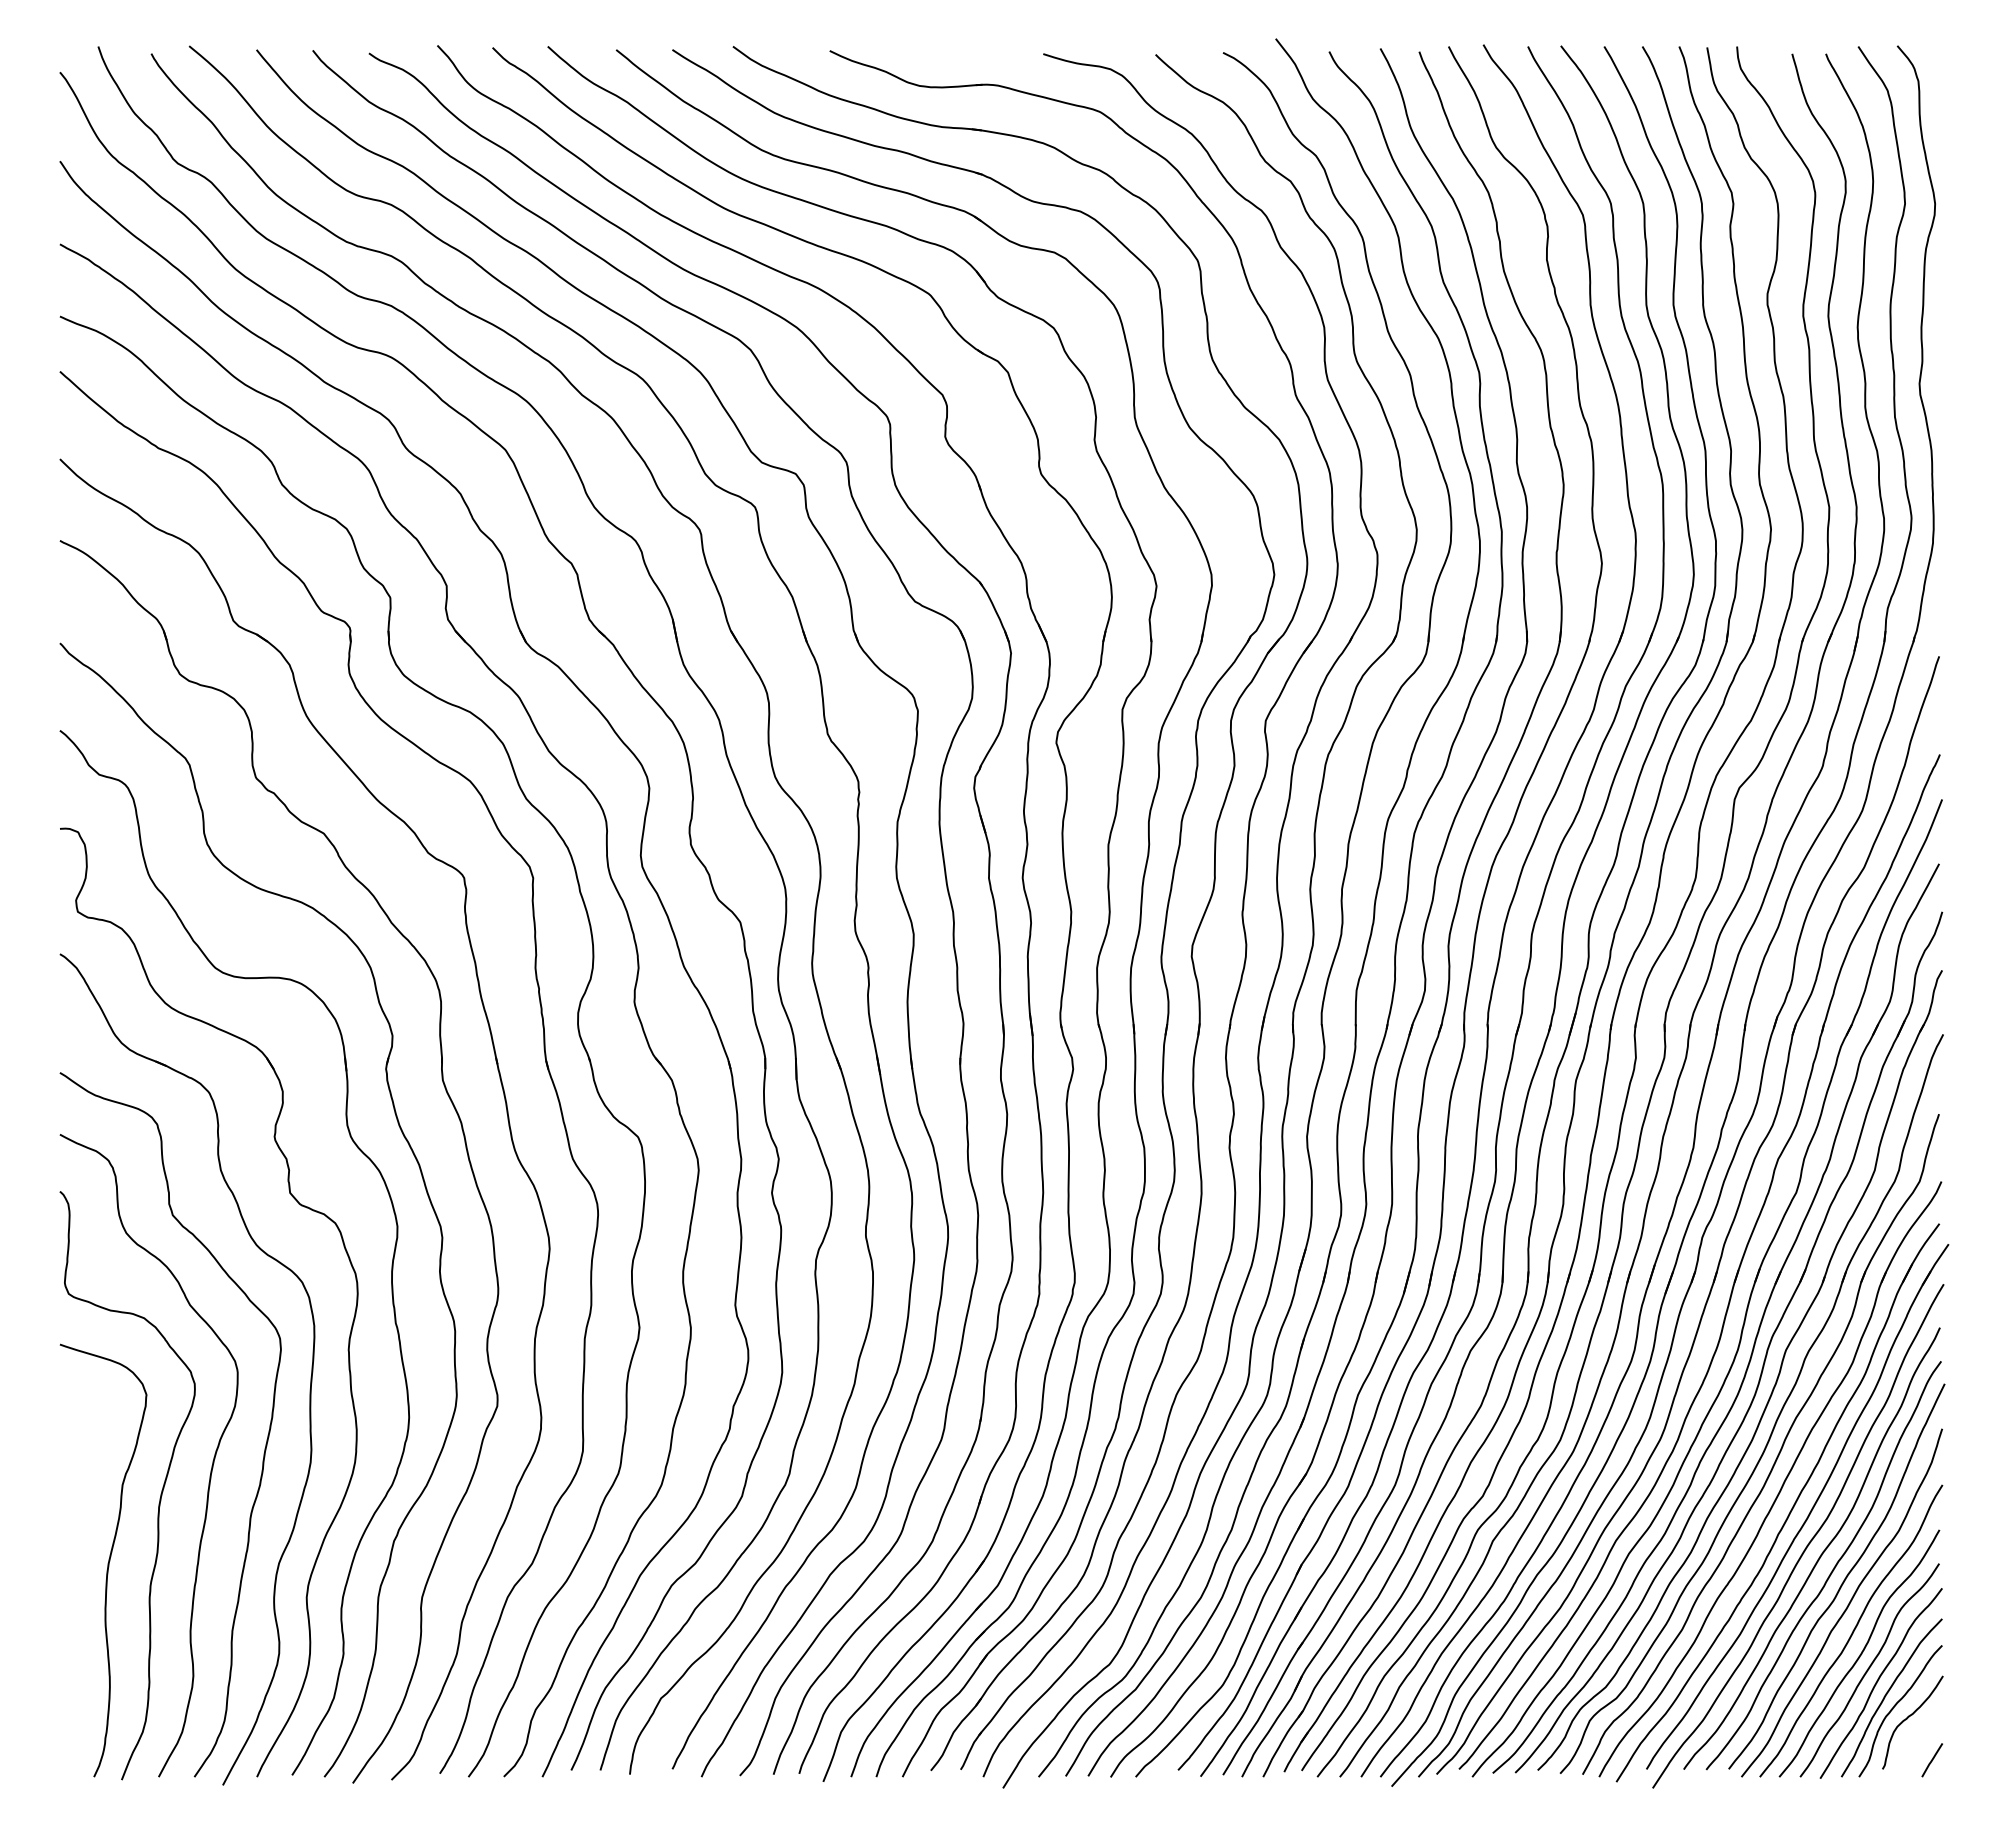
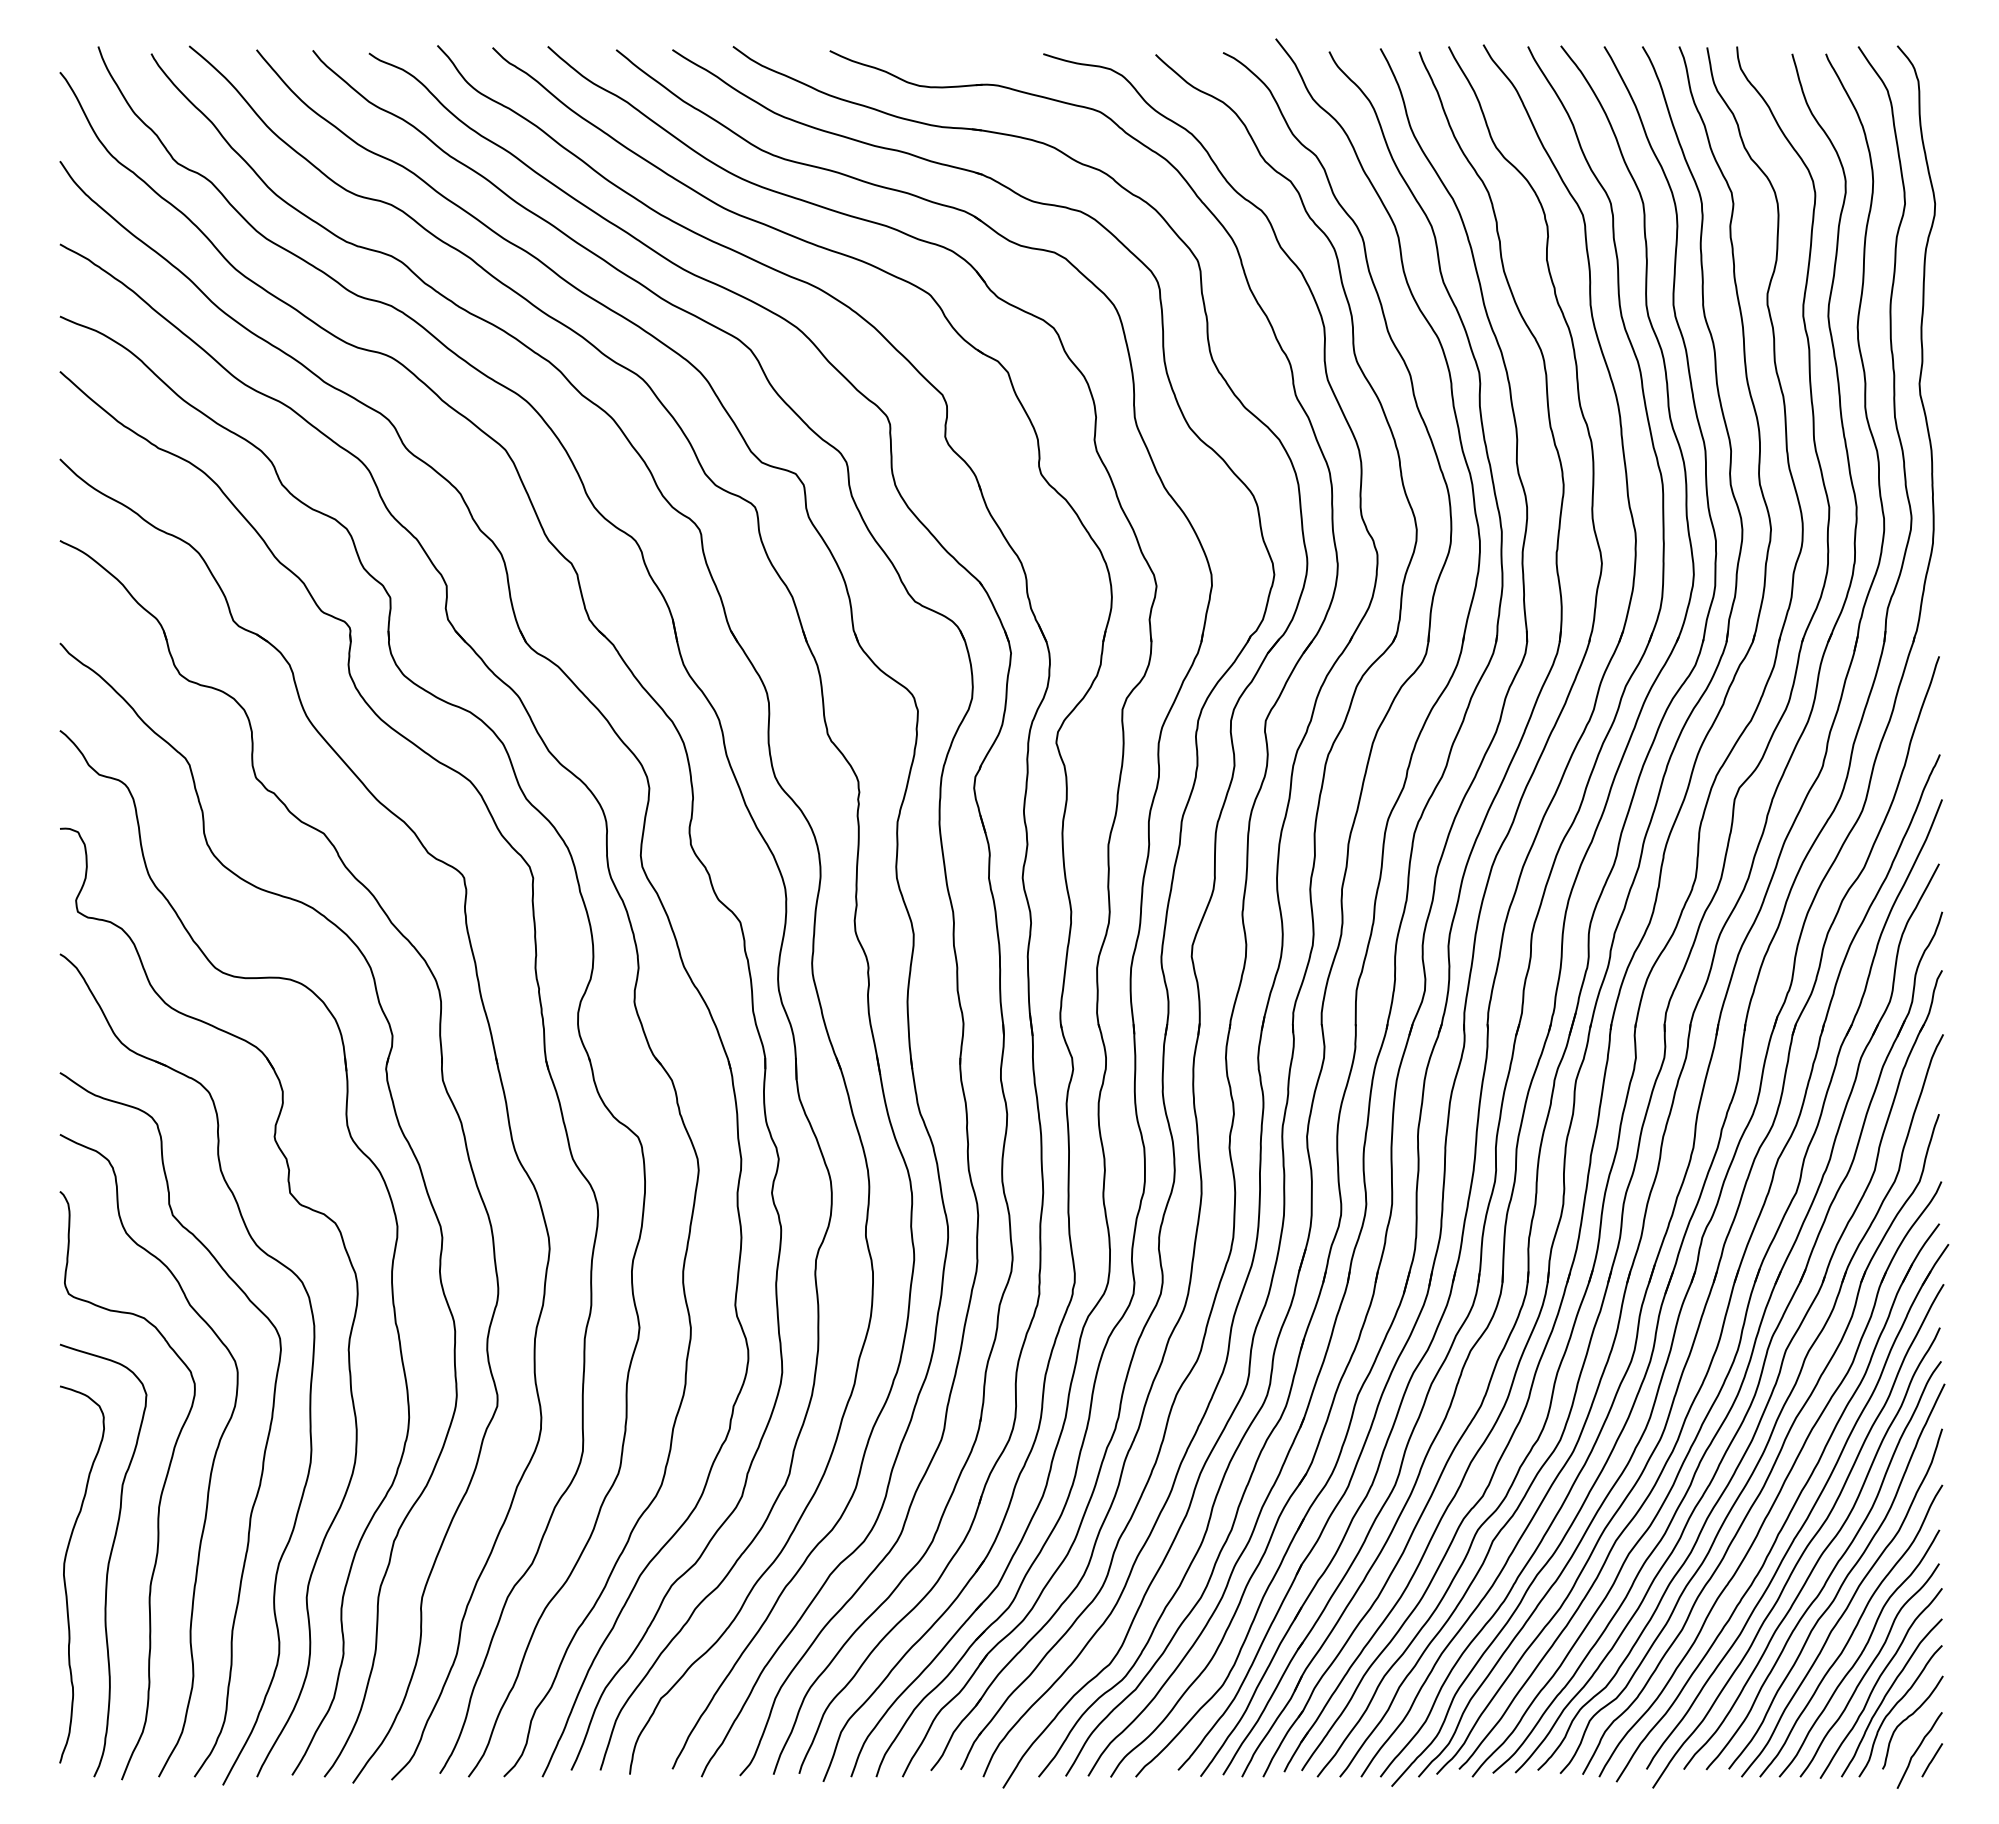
curve at (65, 1577): none -> present
curve at (1918, 1749): none -> present
